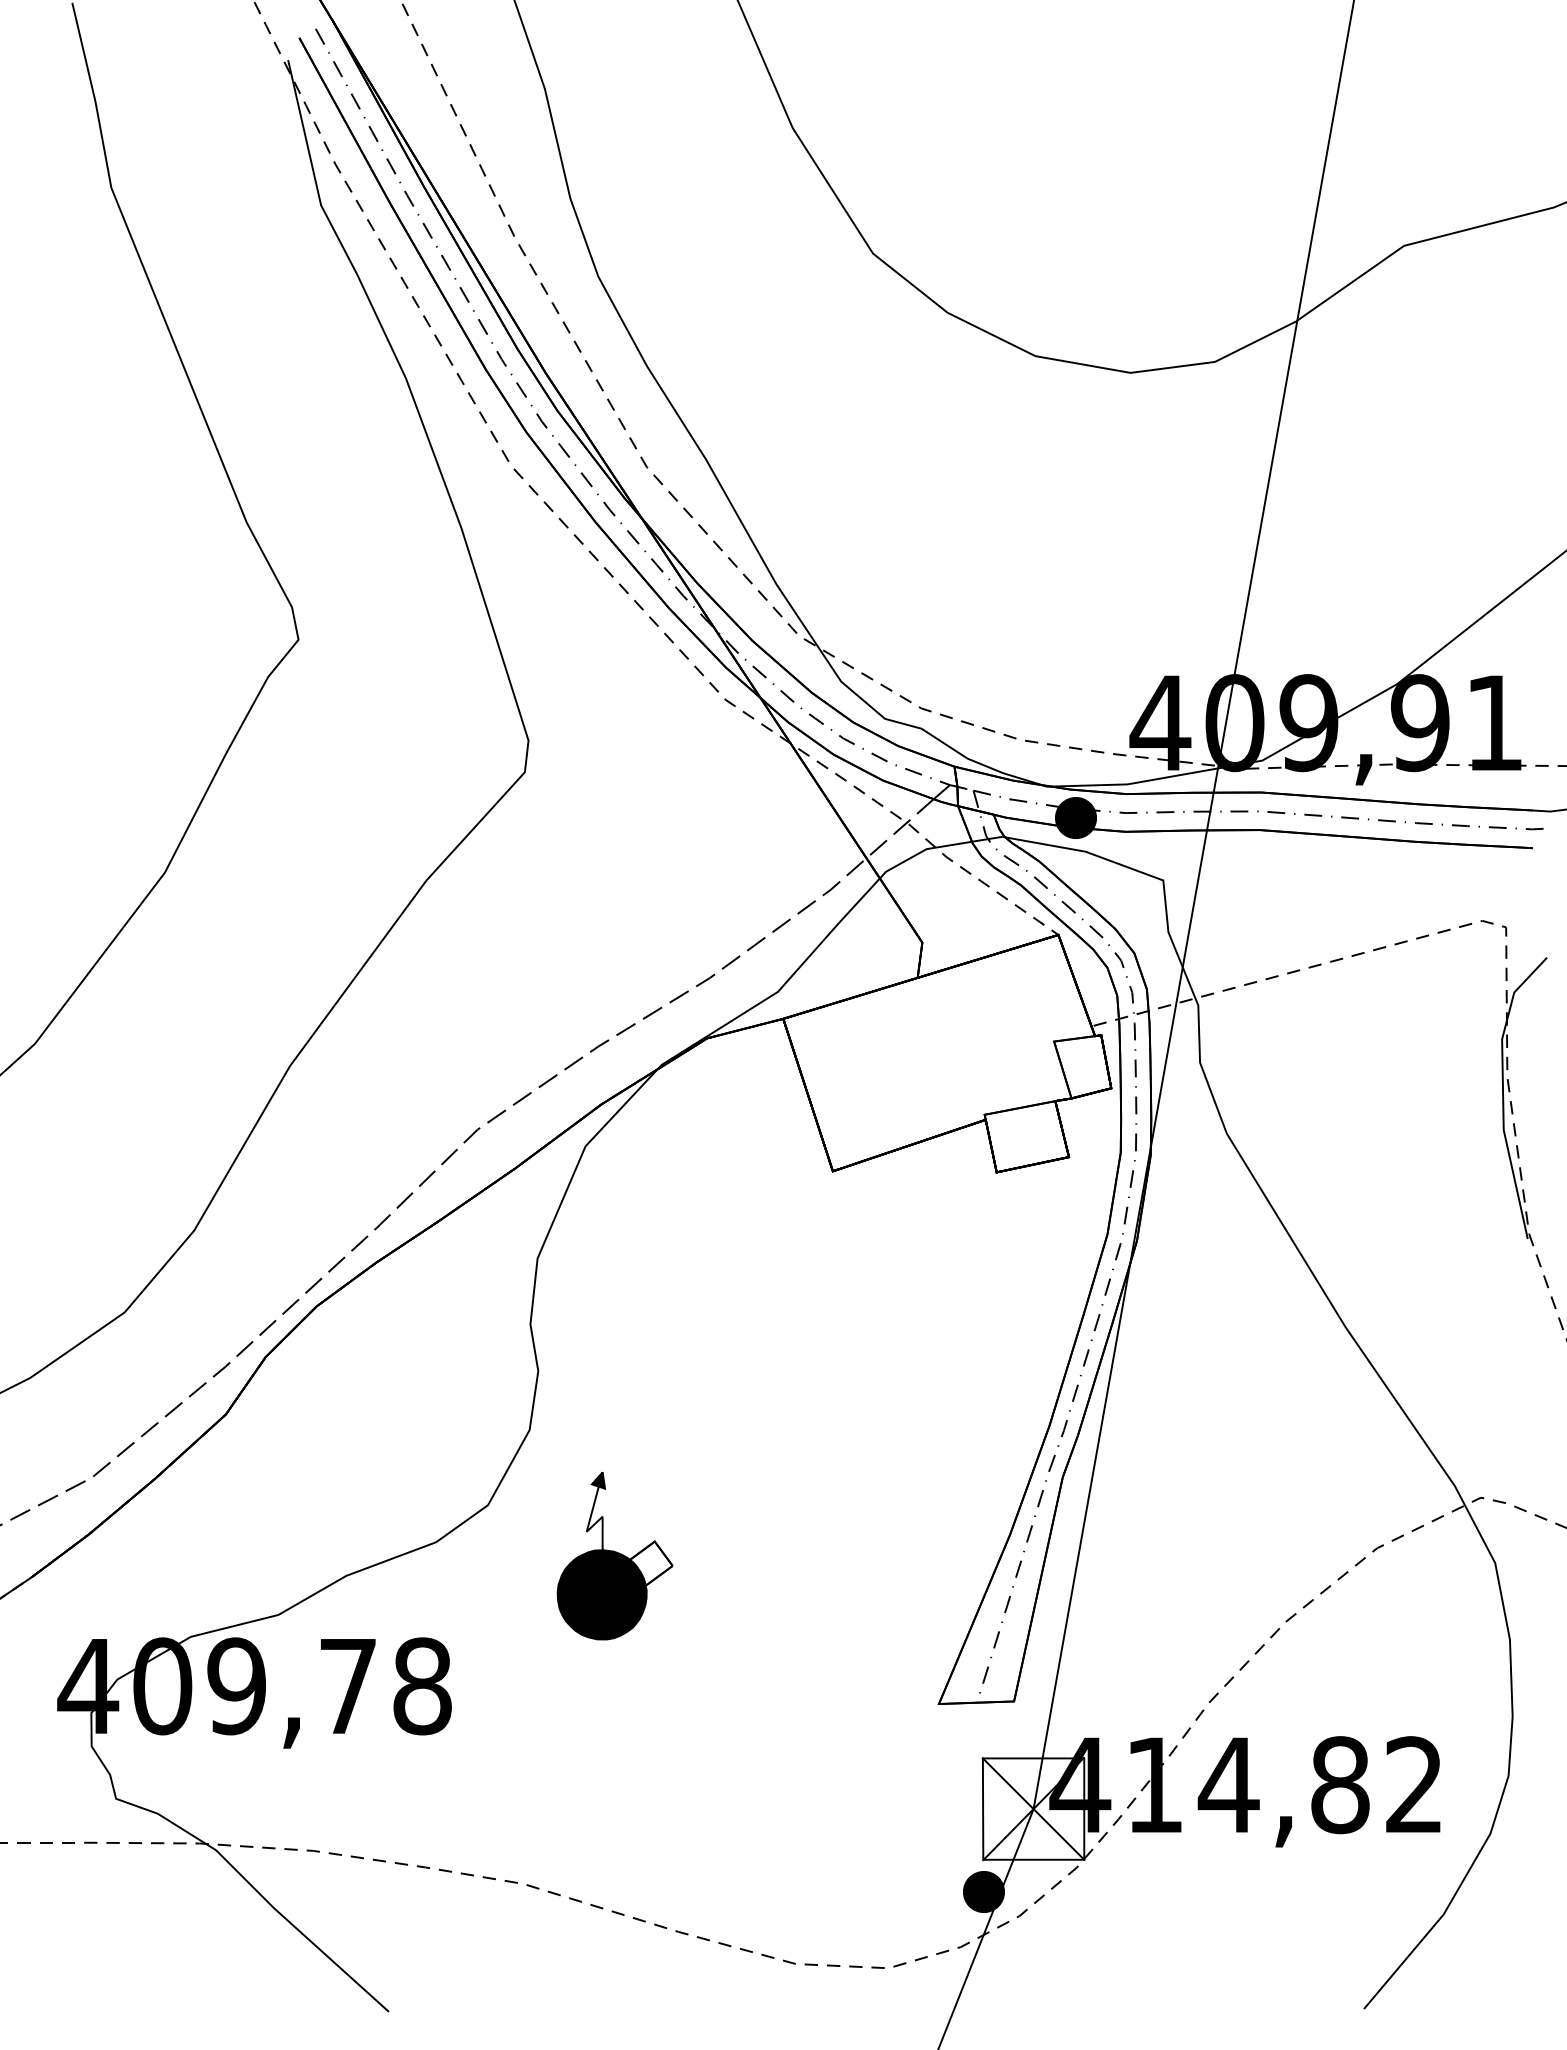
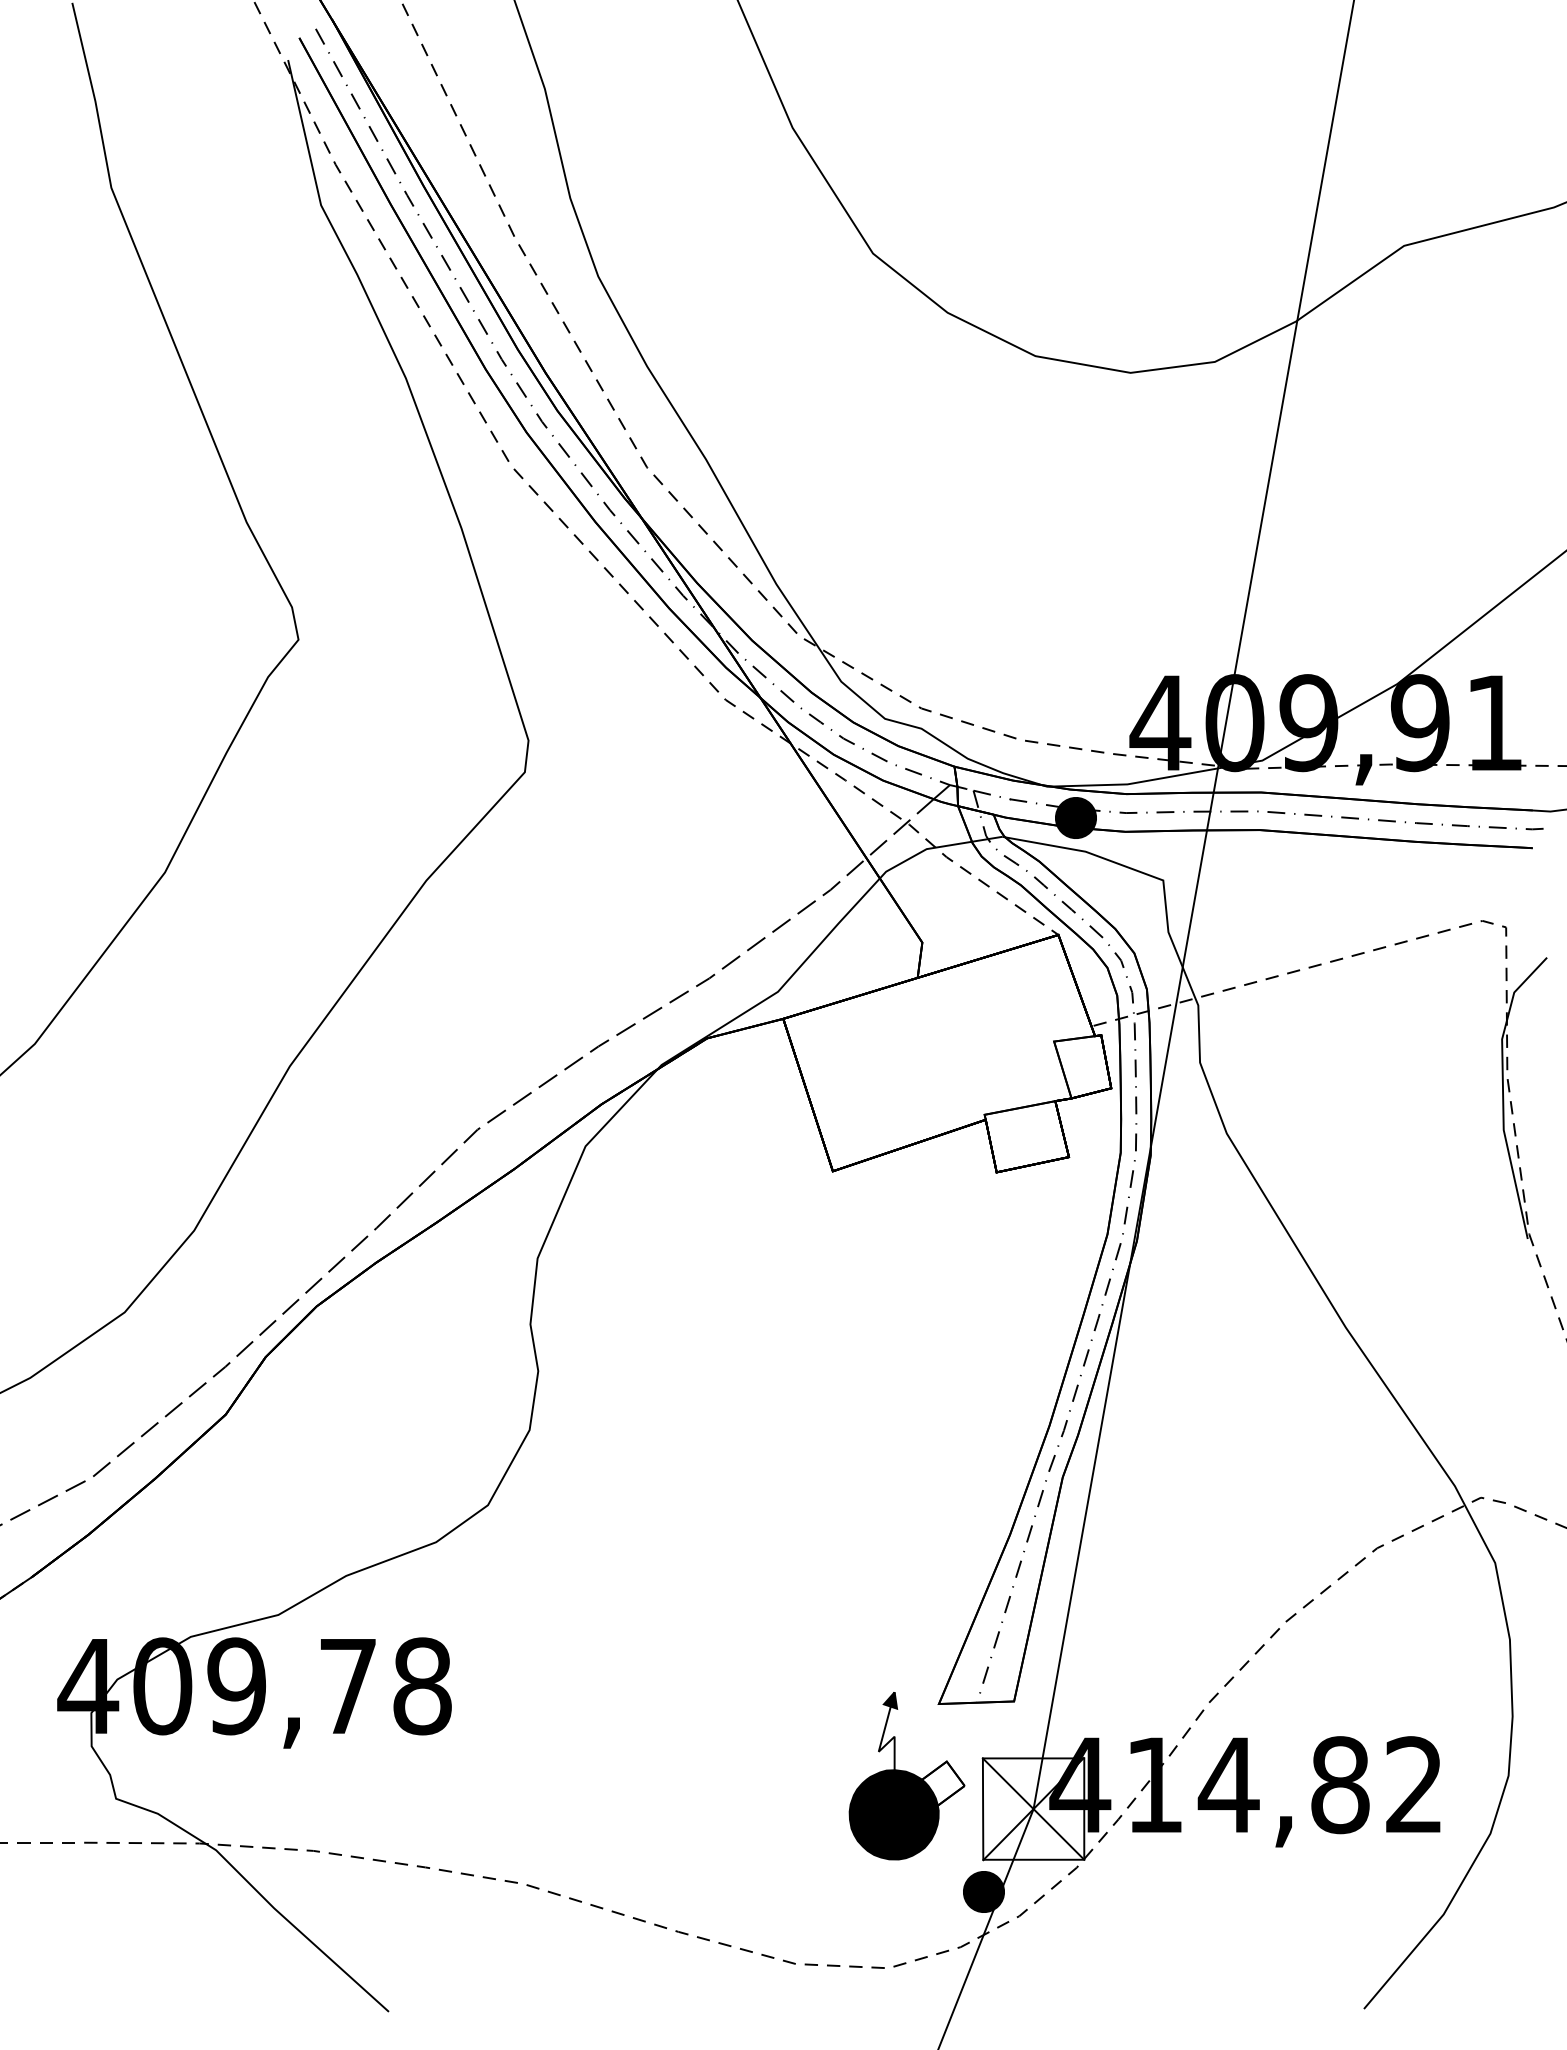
part at (614, 1556) position: (614, 1556) -> (906, 1776)
